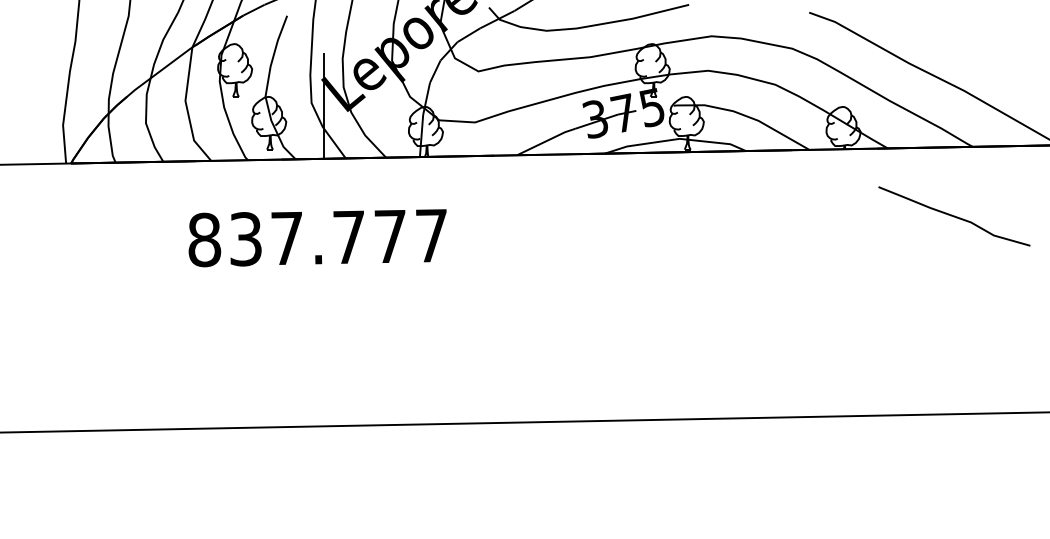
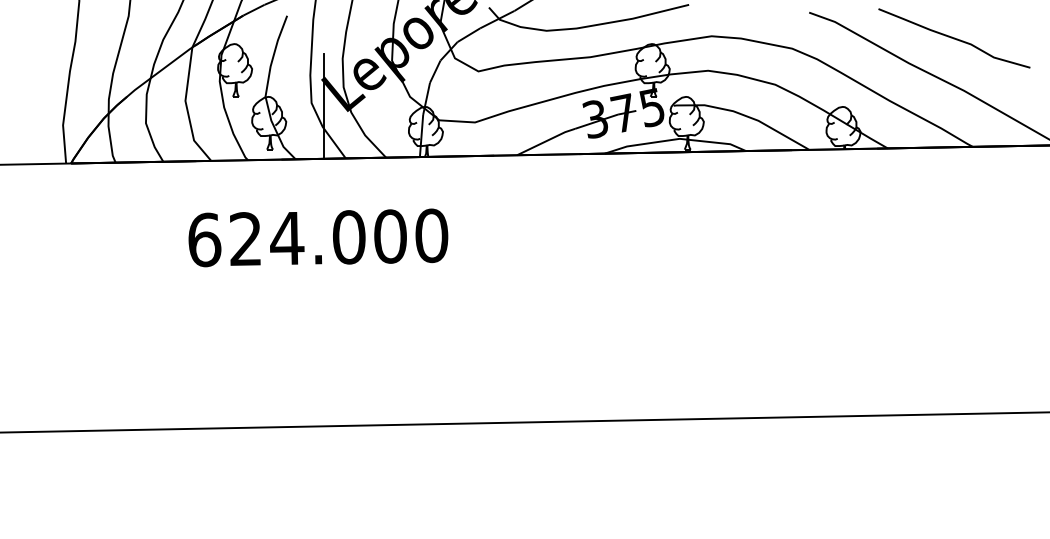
curve at (954, 216) position: (954, 216) -> (954, 38)
text at (318, 237): 837.777 -> 624.000
